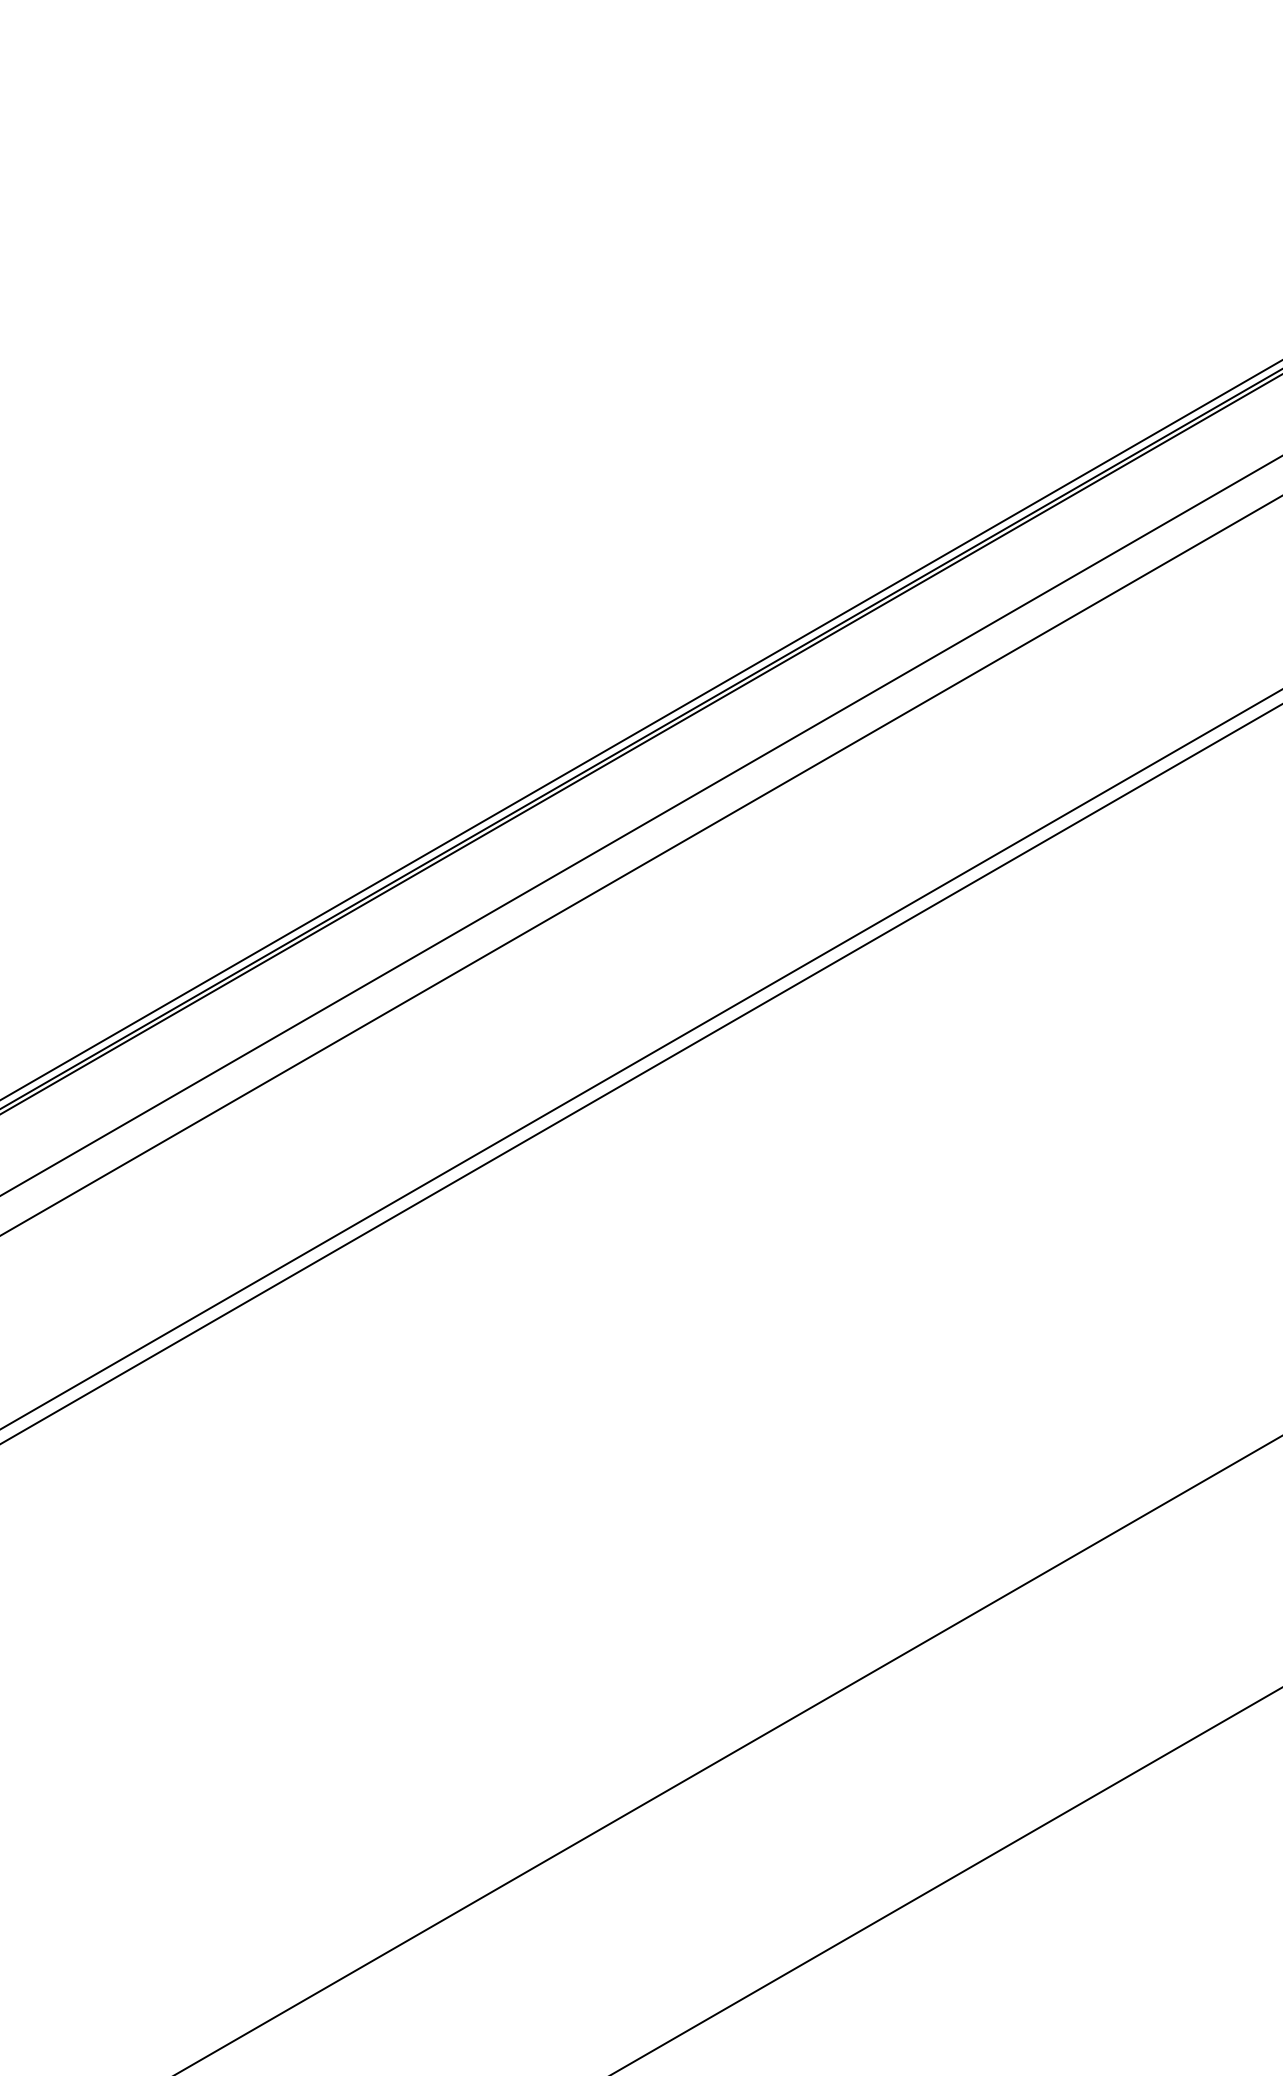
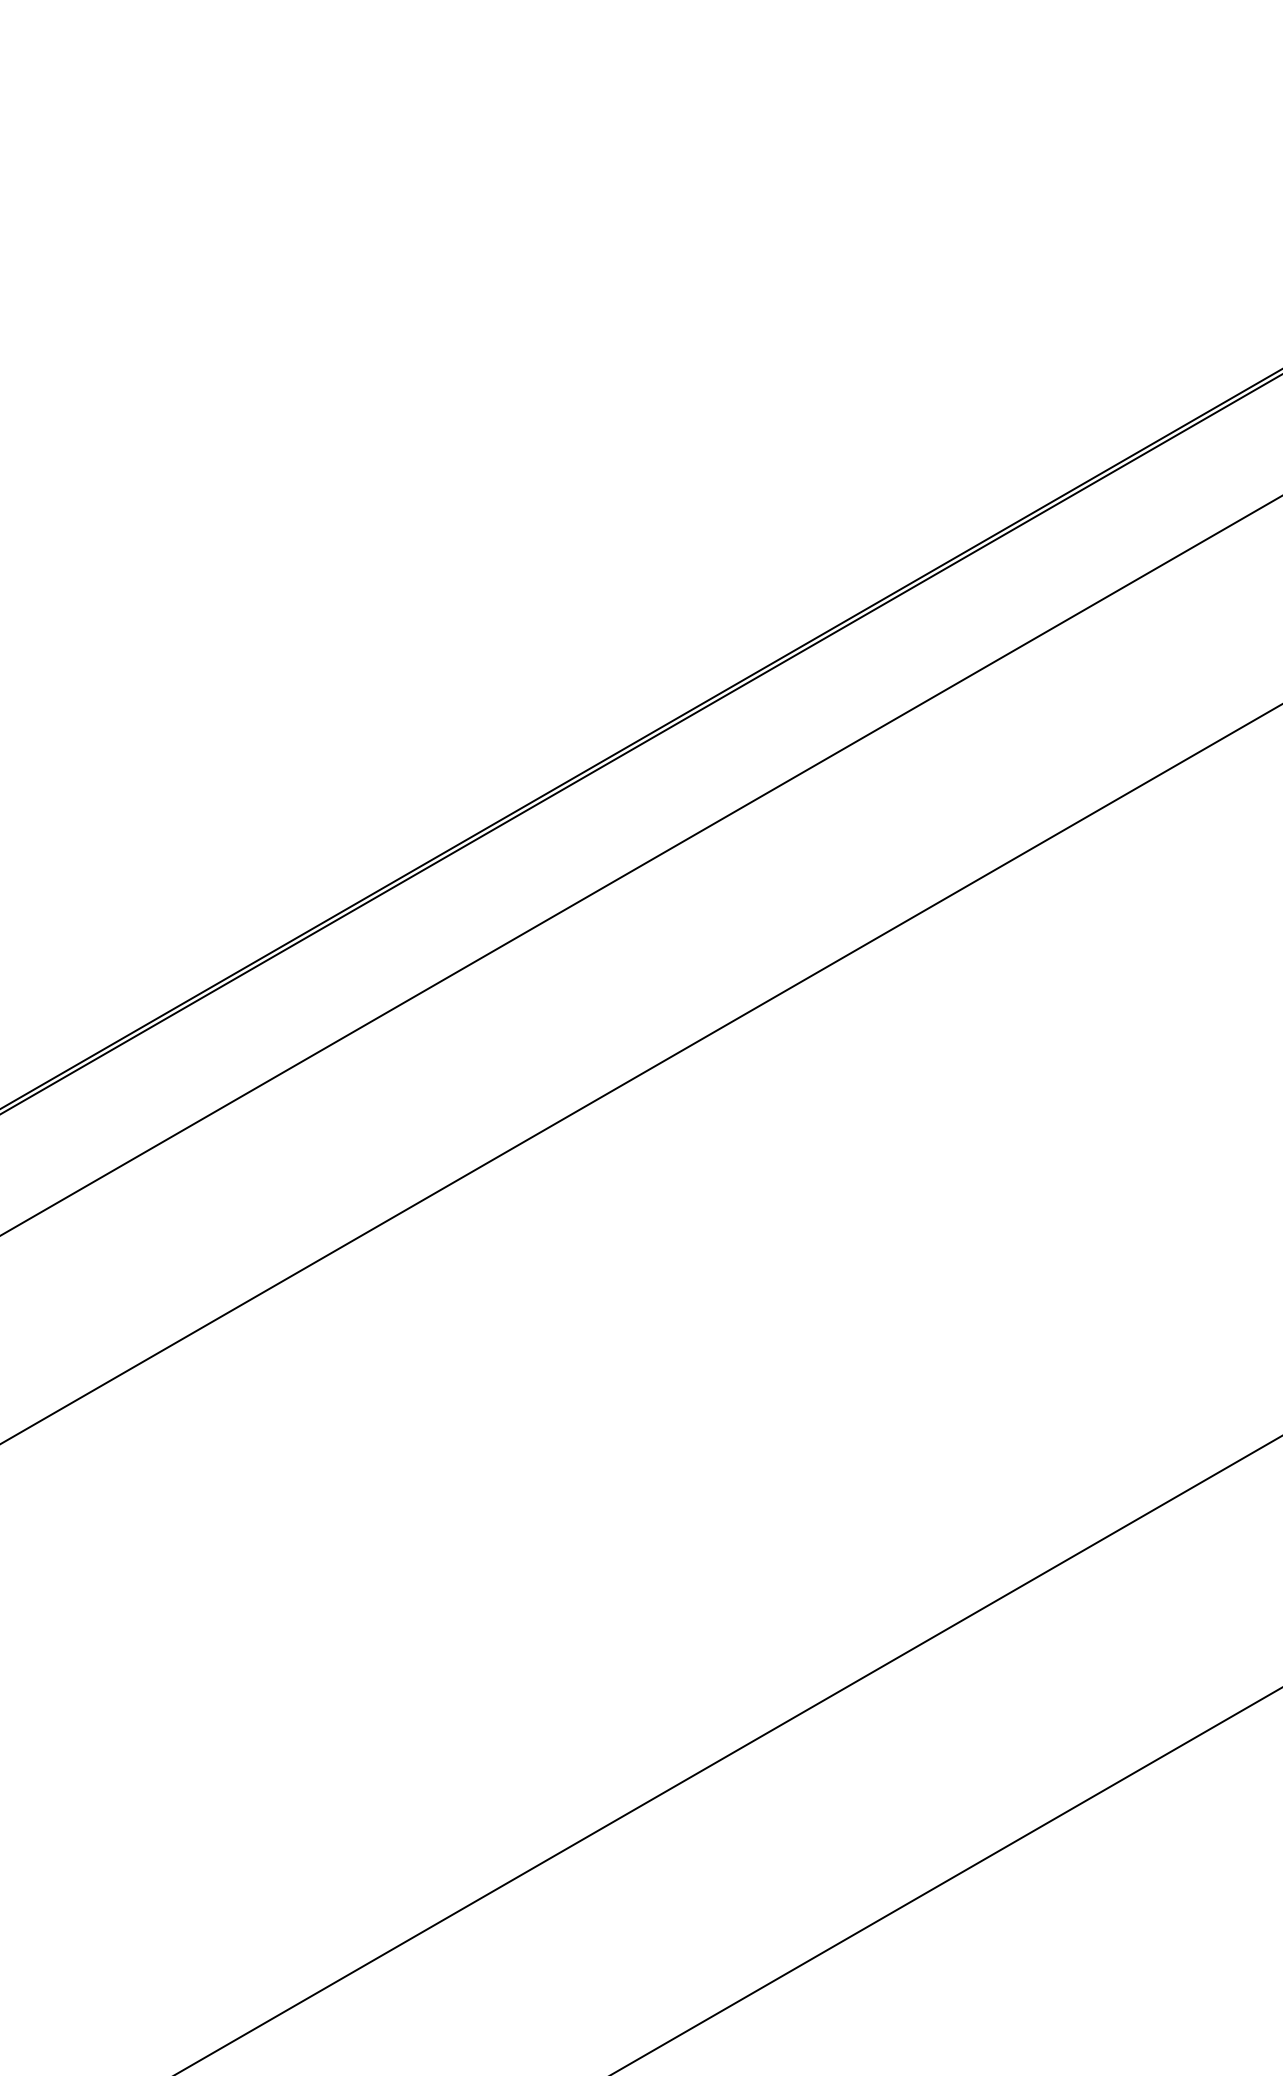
line at (640, 730): present -> none
line at (640, 825): present -> none
line at (640, 1059): present -> none
